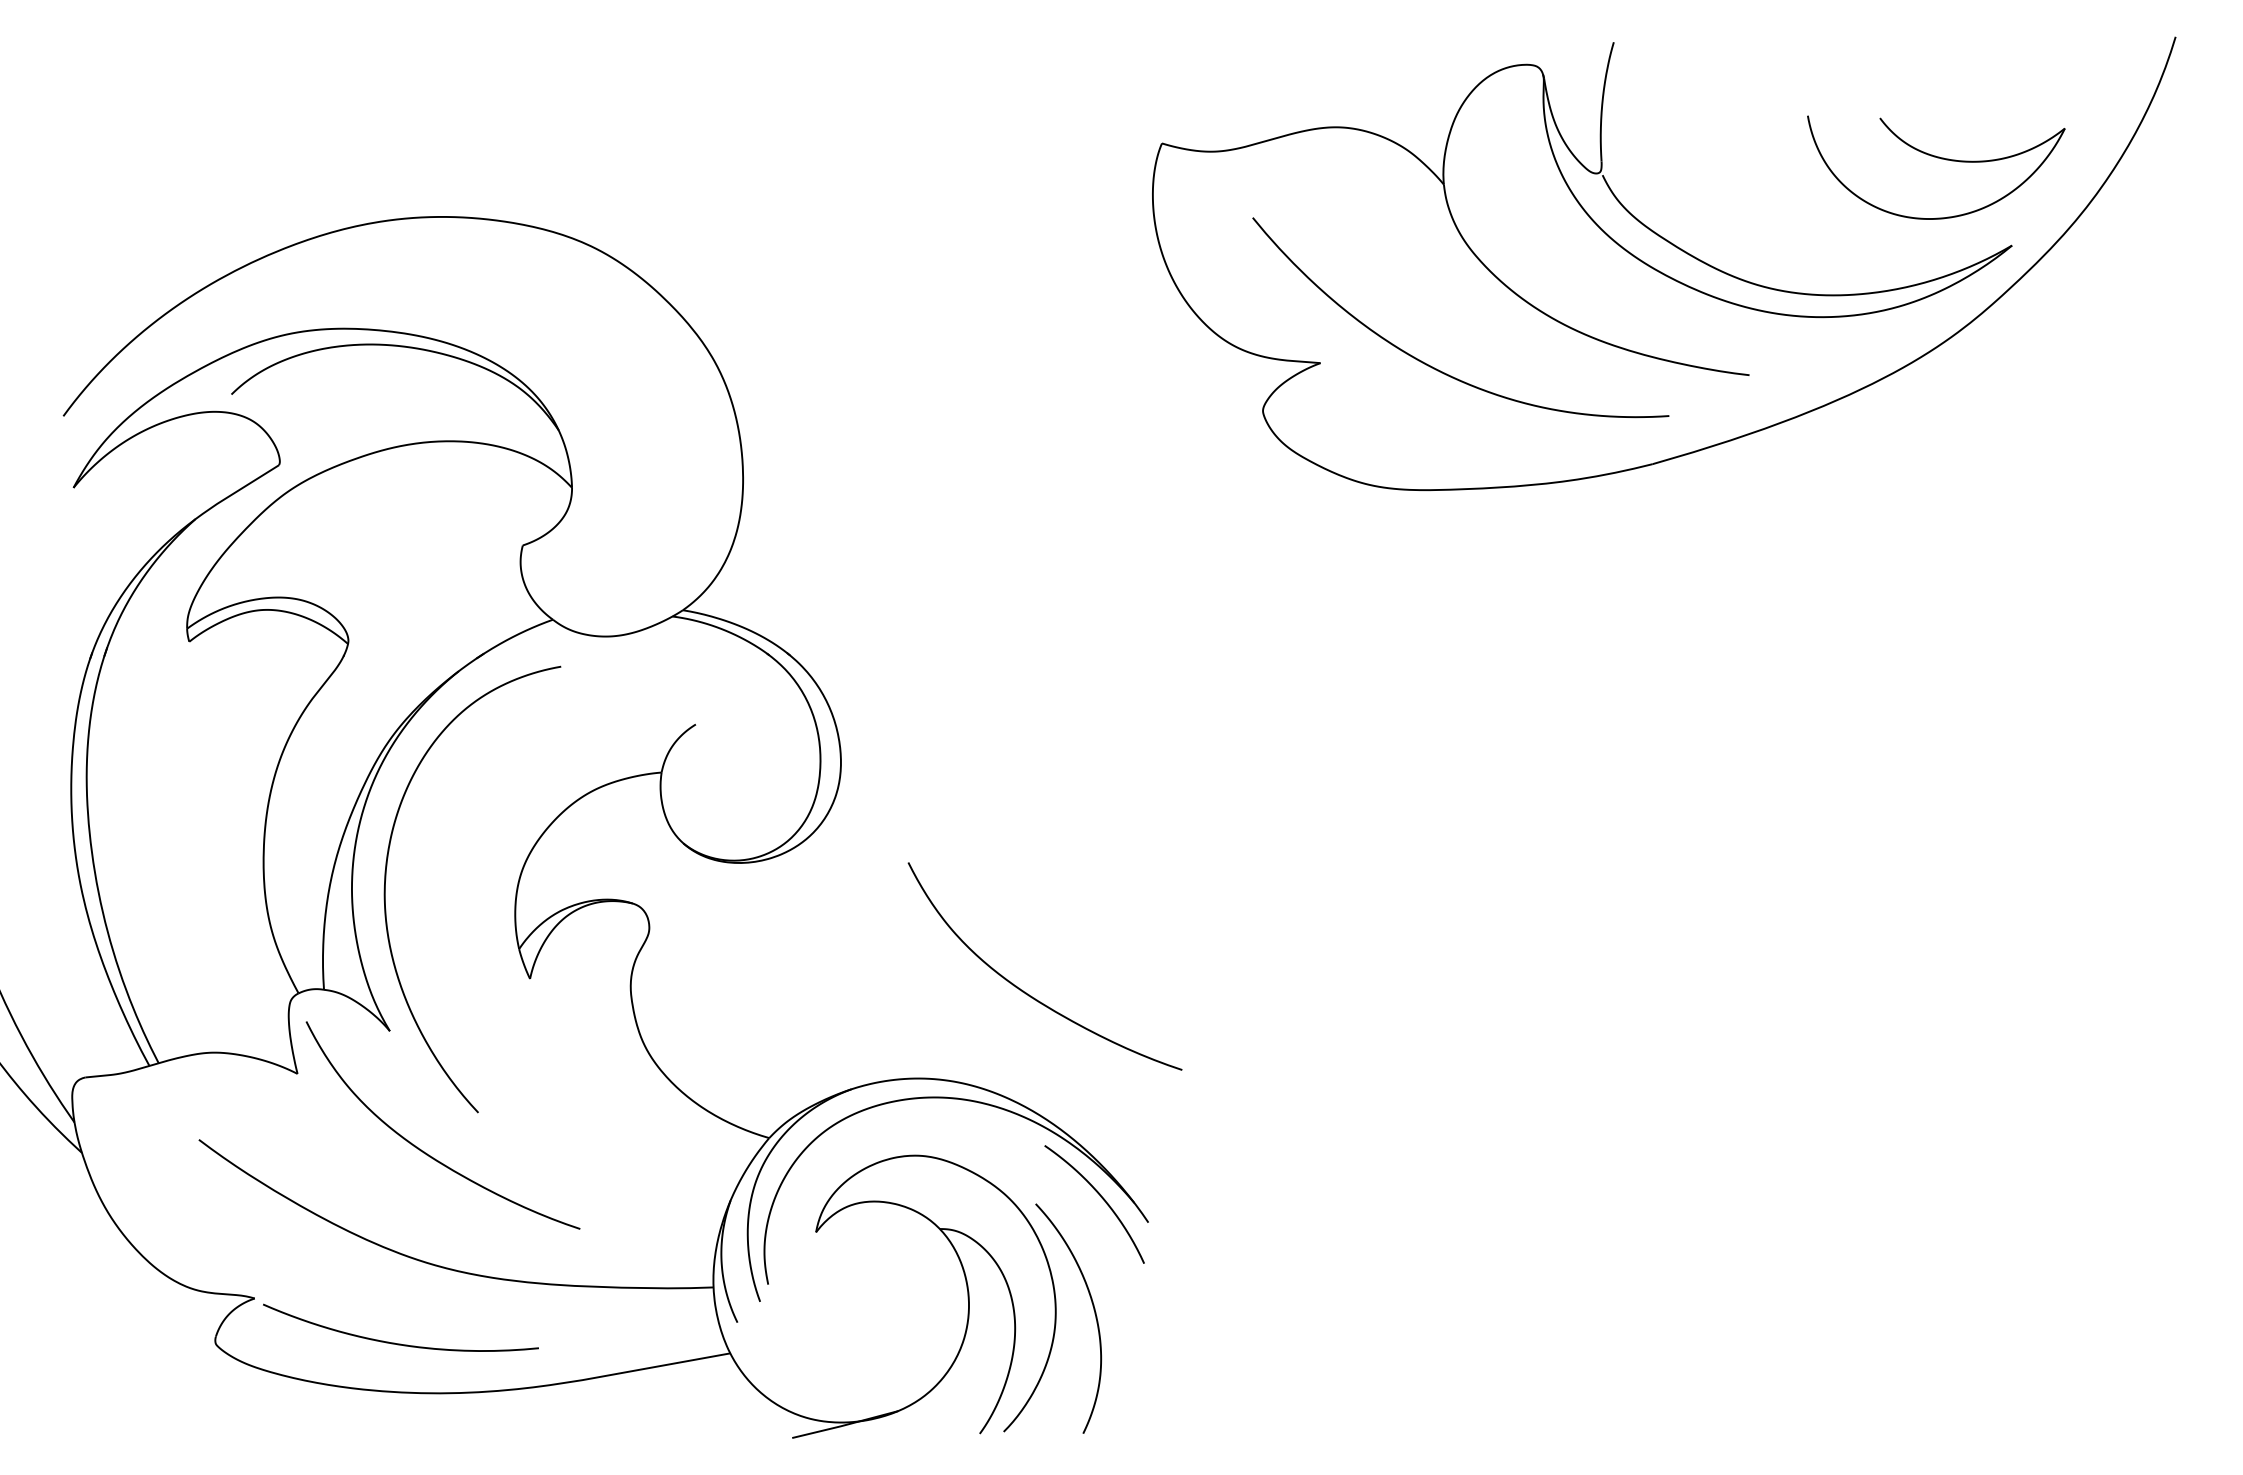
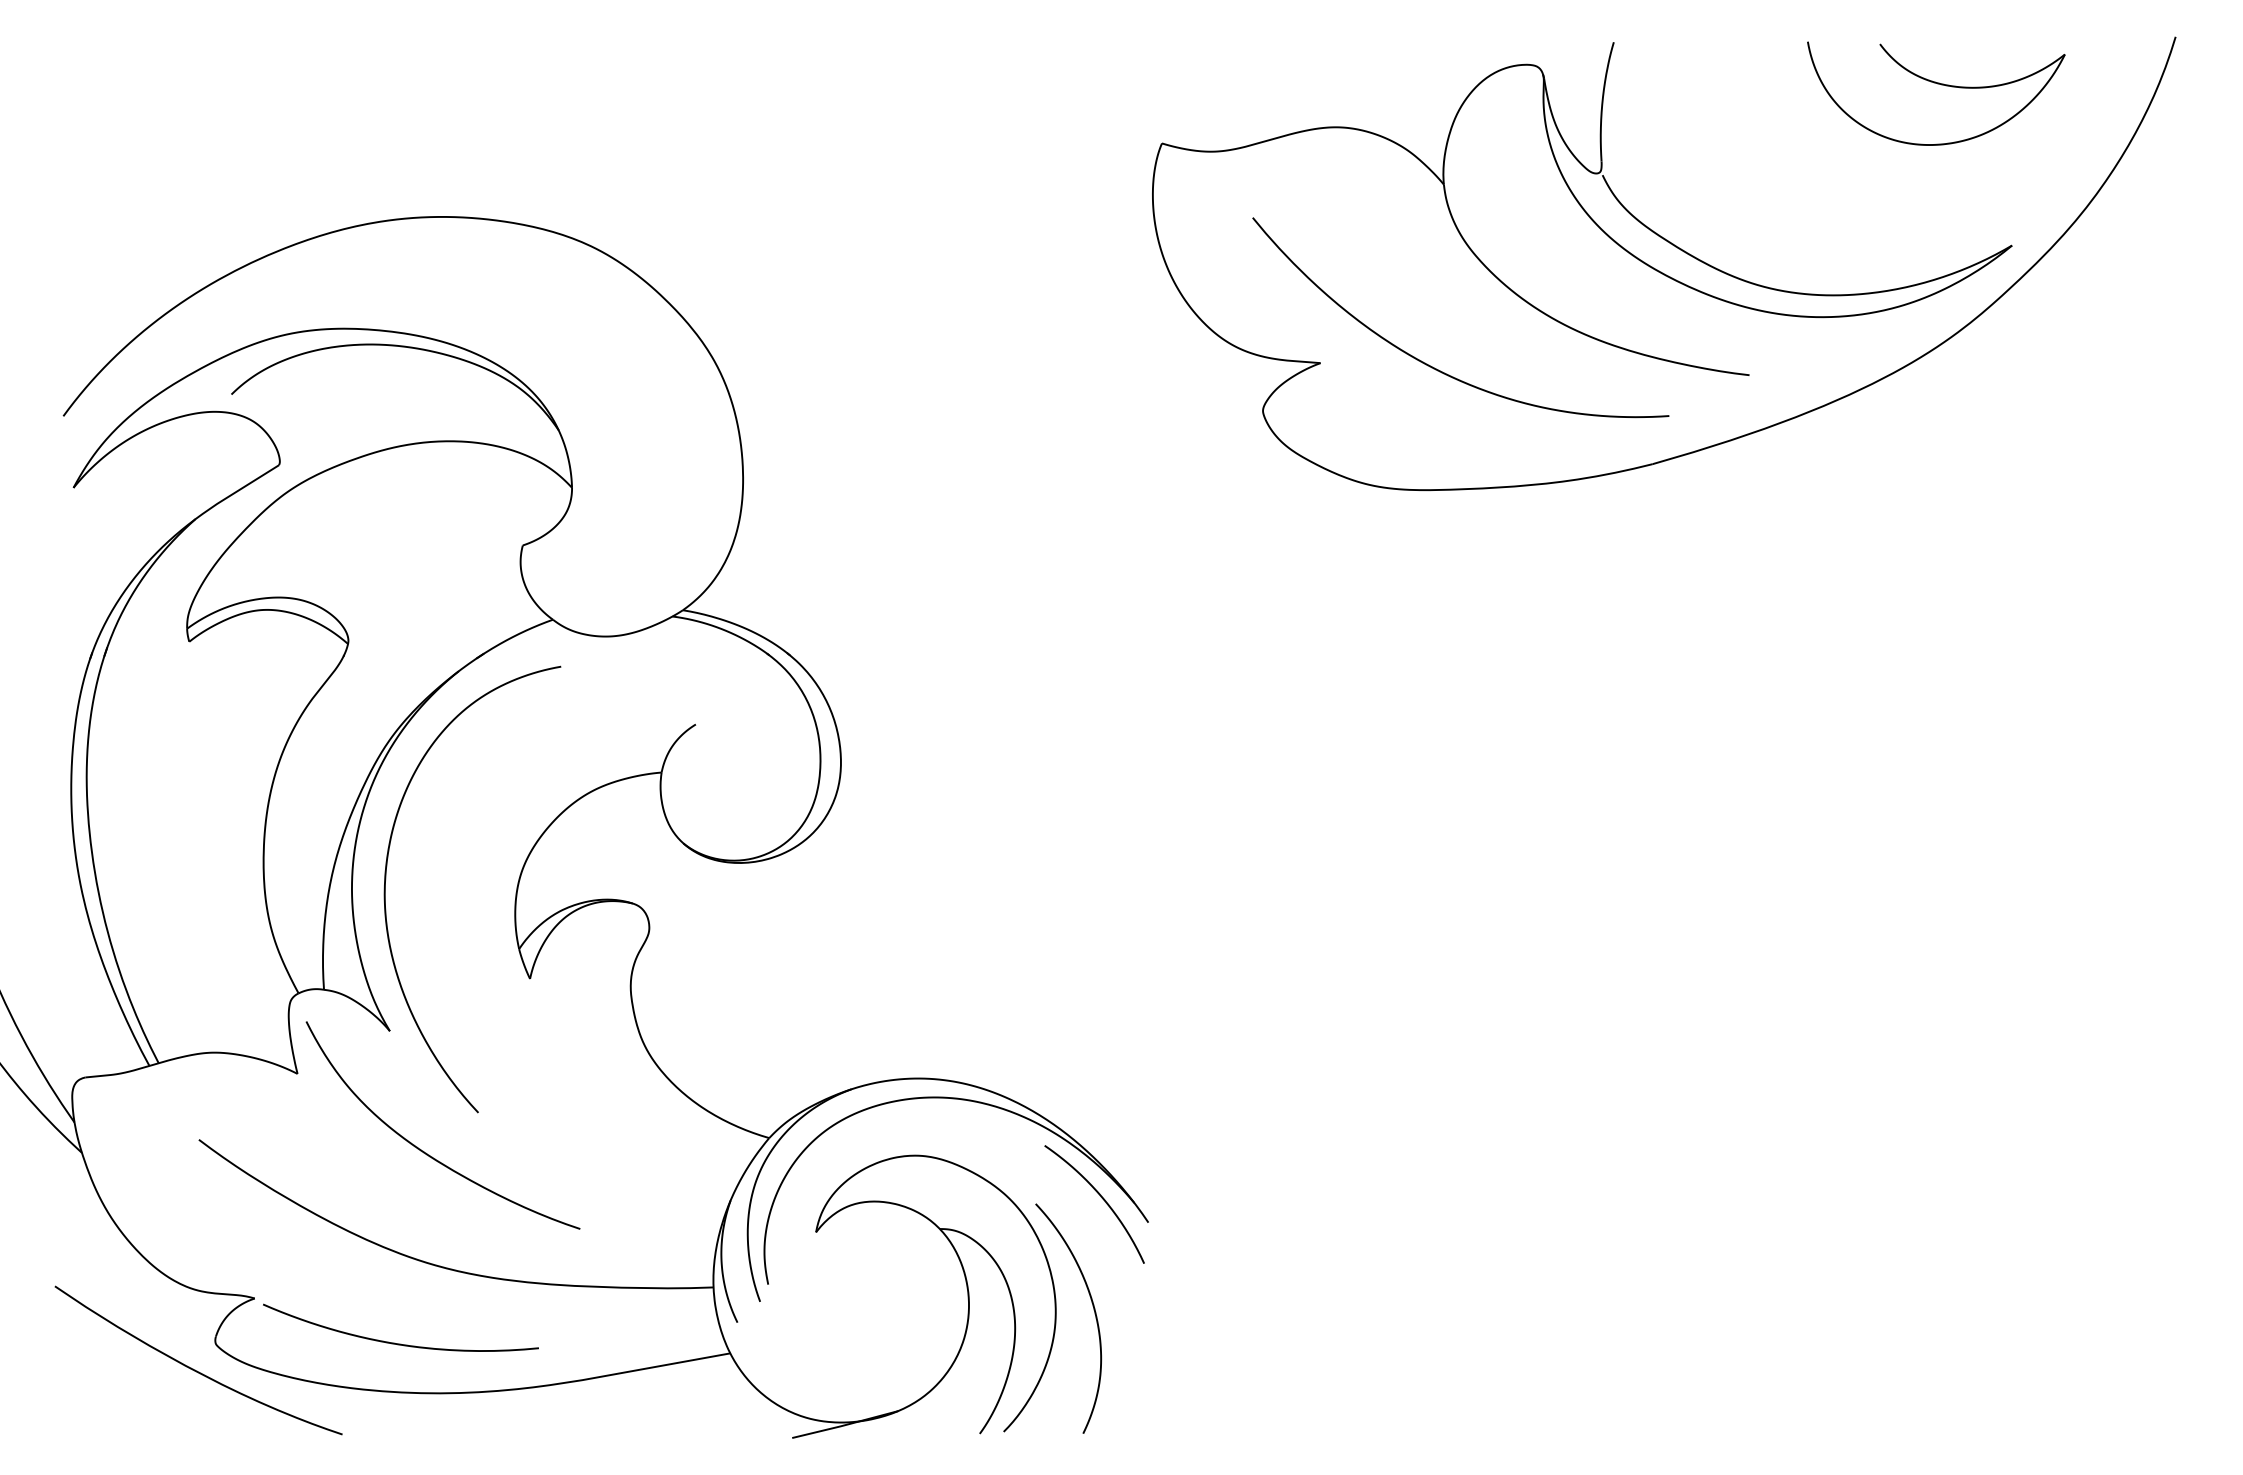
part at (1937, 158) position: (1937, 158) -> (1937, 84)
curve at (1026, 992): present -> none
curve at (193, 1368): none -> present
